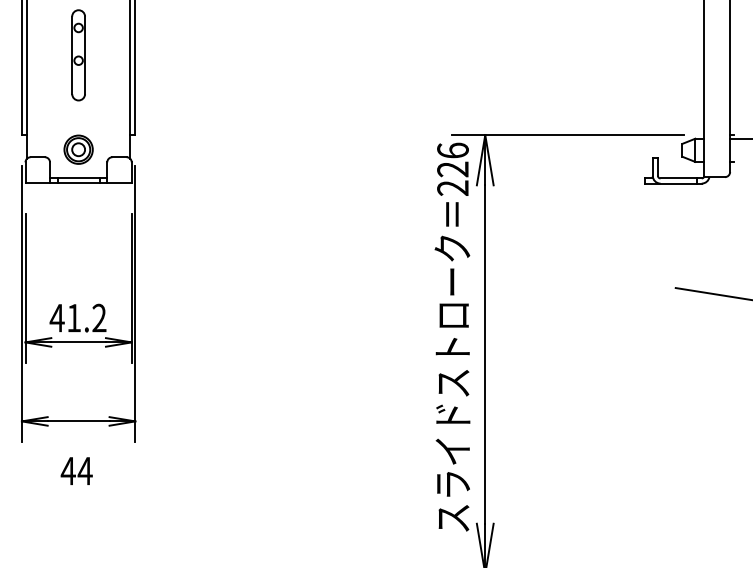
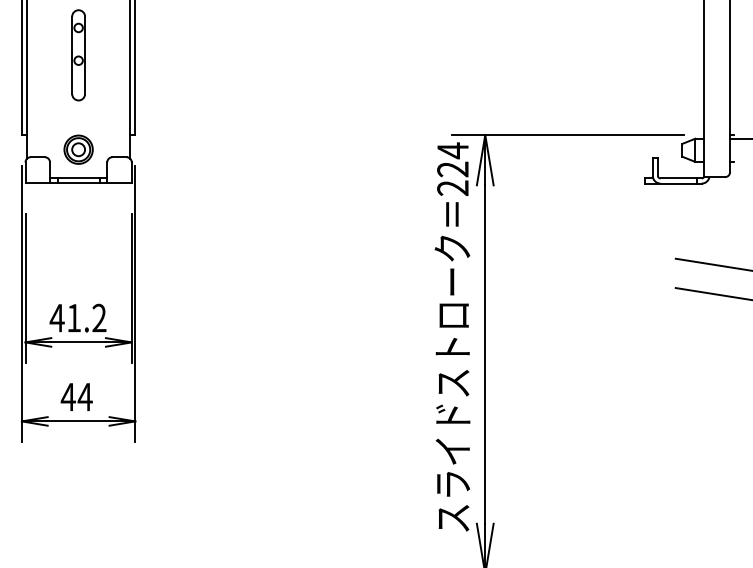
text at (452, 150): 226 -> 224
line at (712, 264): none -> present
text at (76, 470) position: (76, 470) -> (76, 396)
